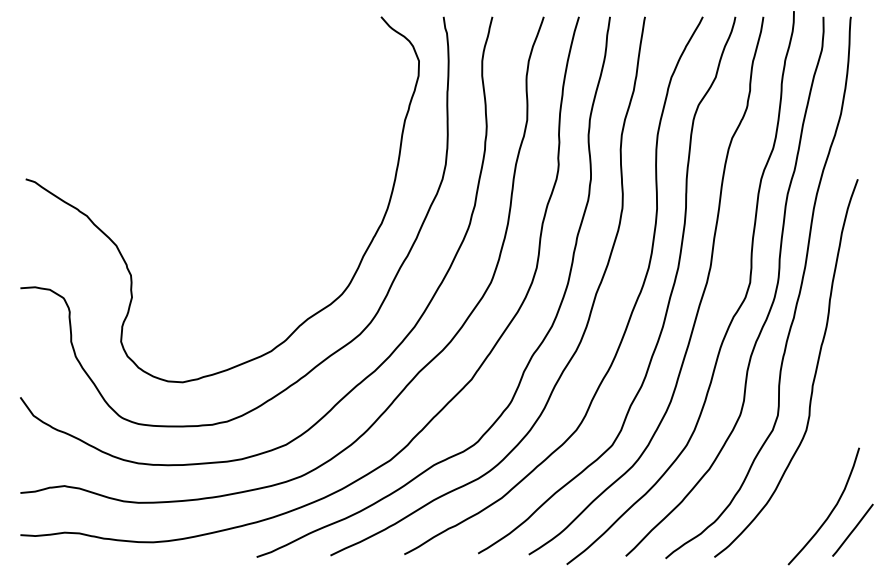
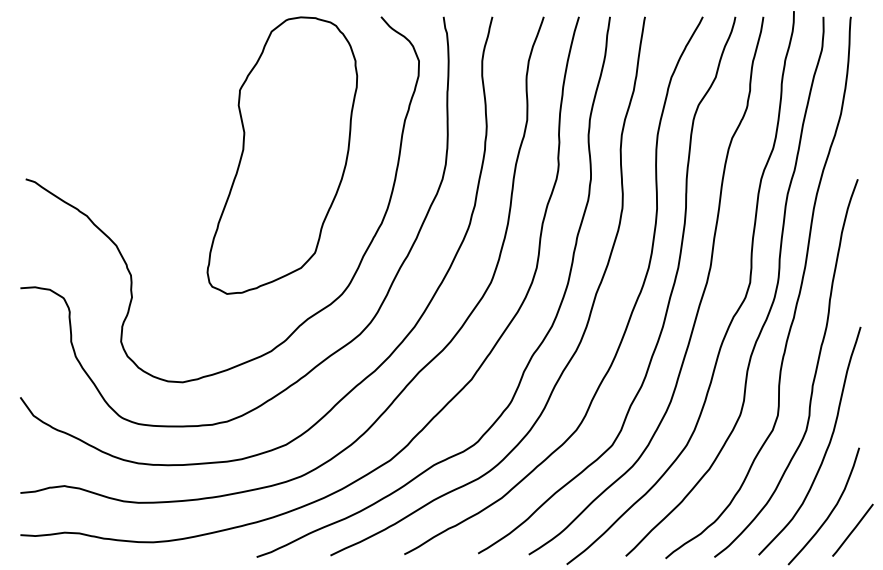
part at (282, 155): none -> present
curve at (827, 445): none -> present
